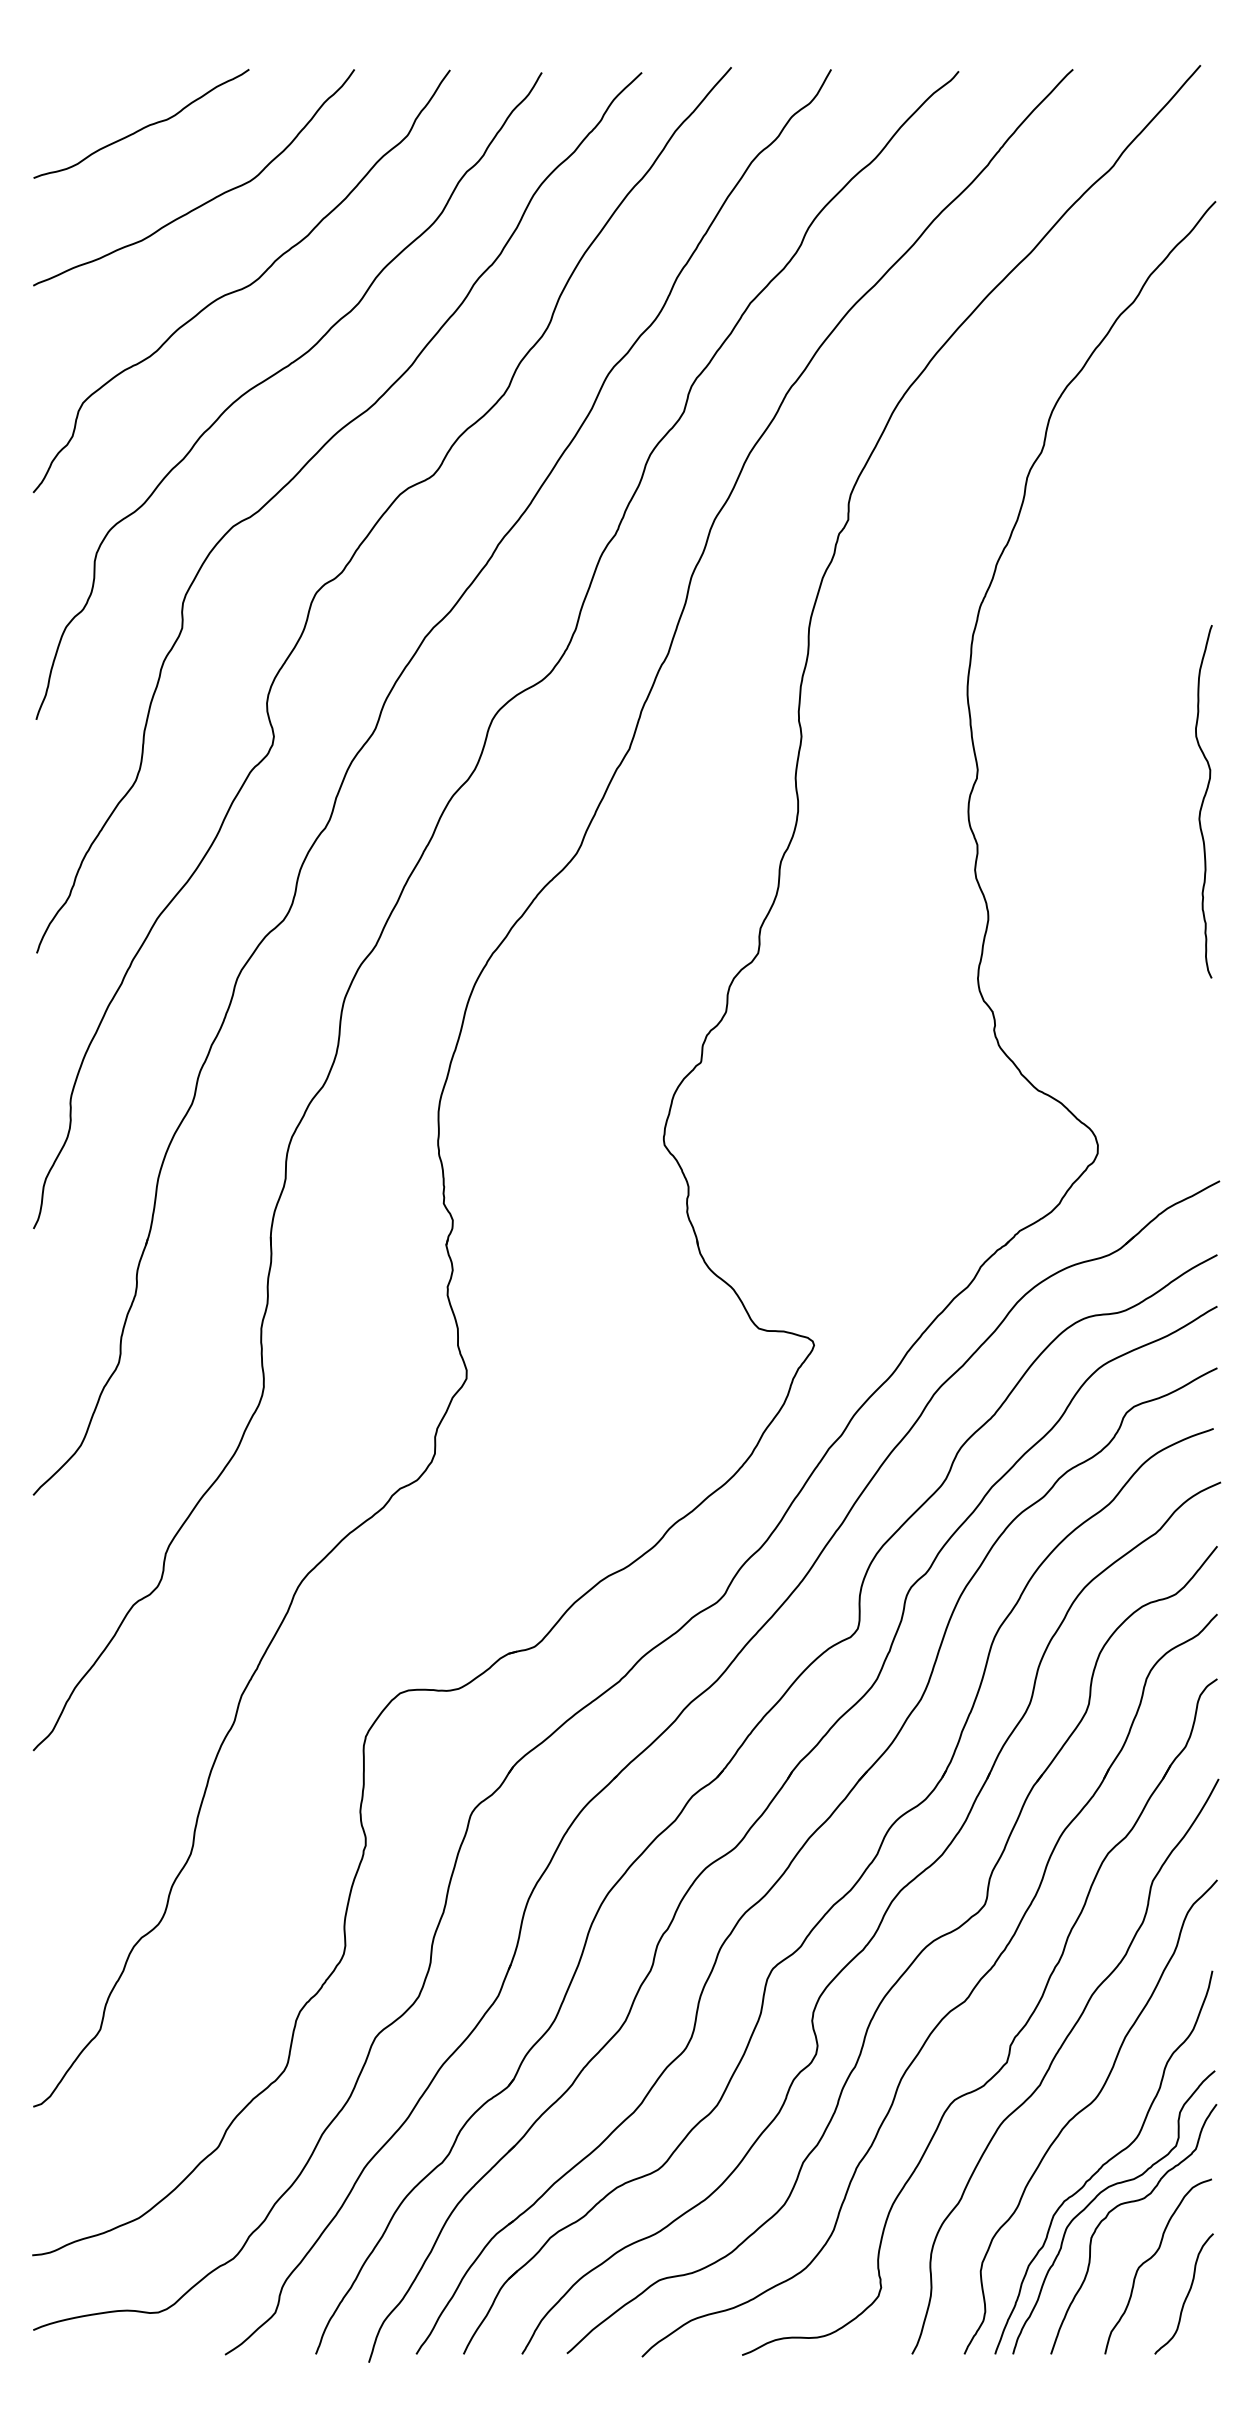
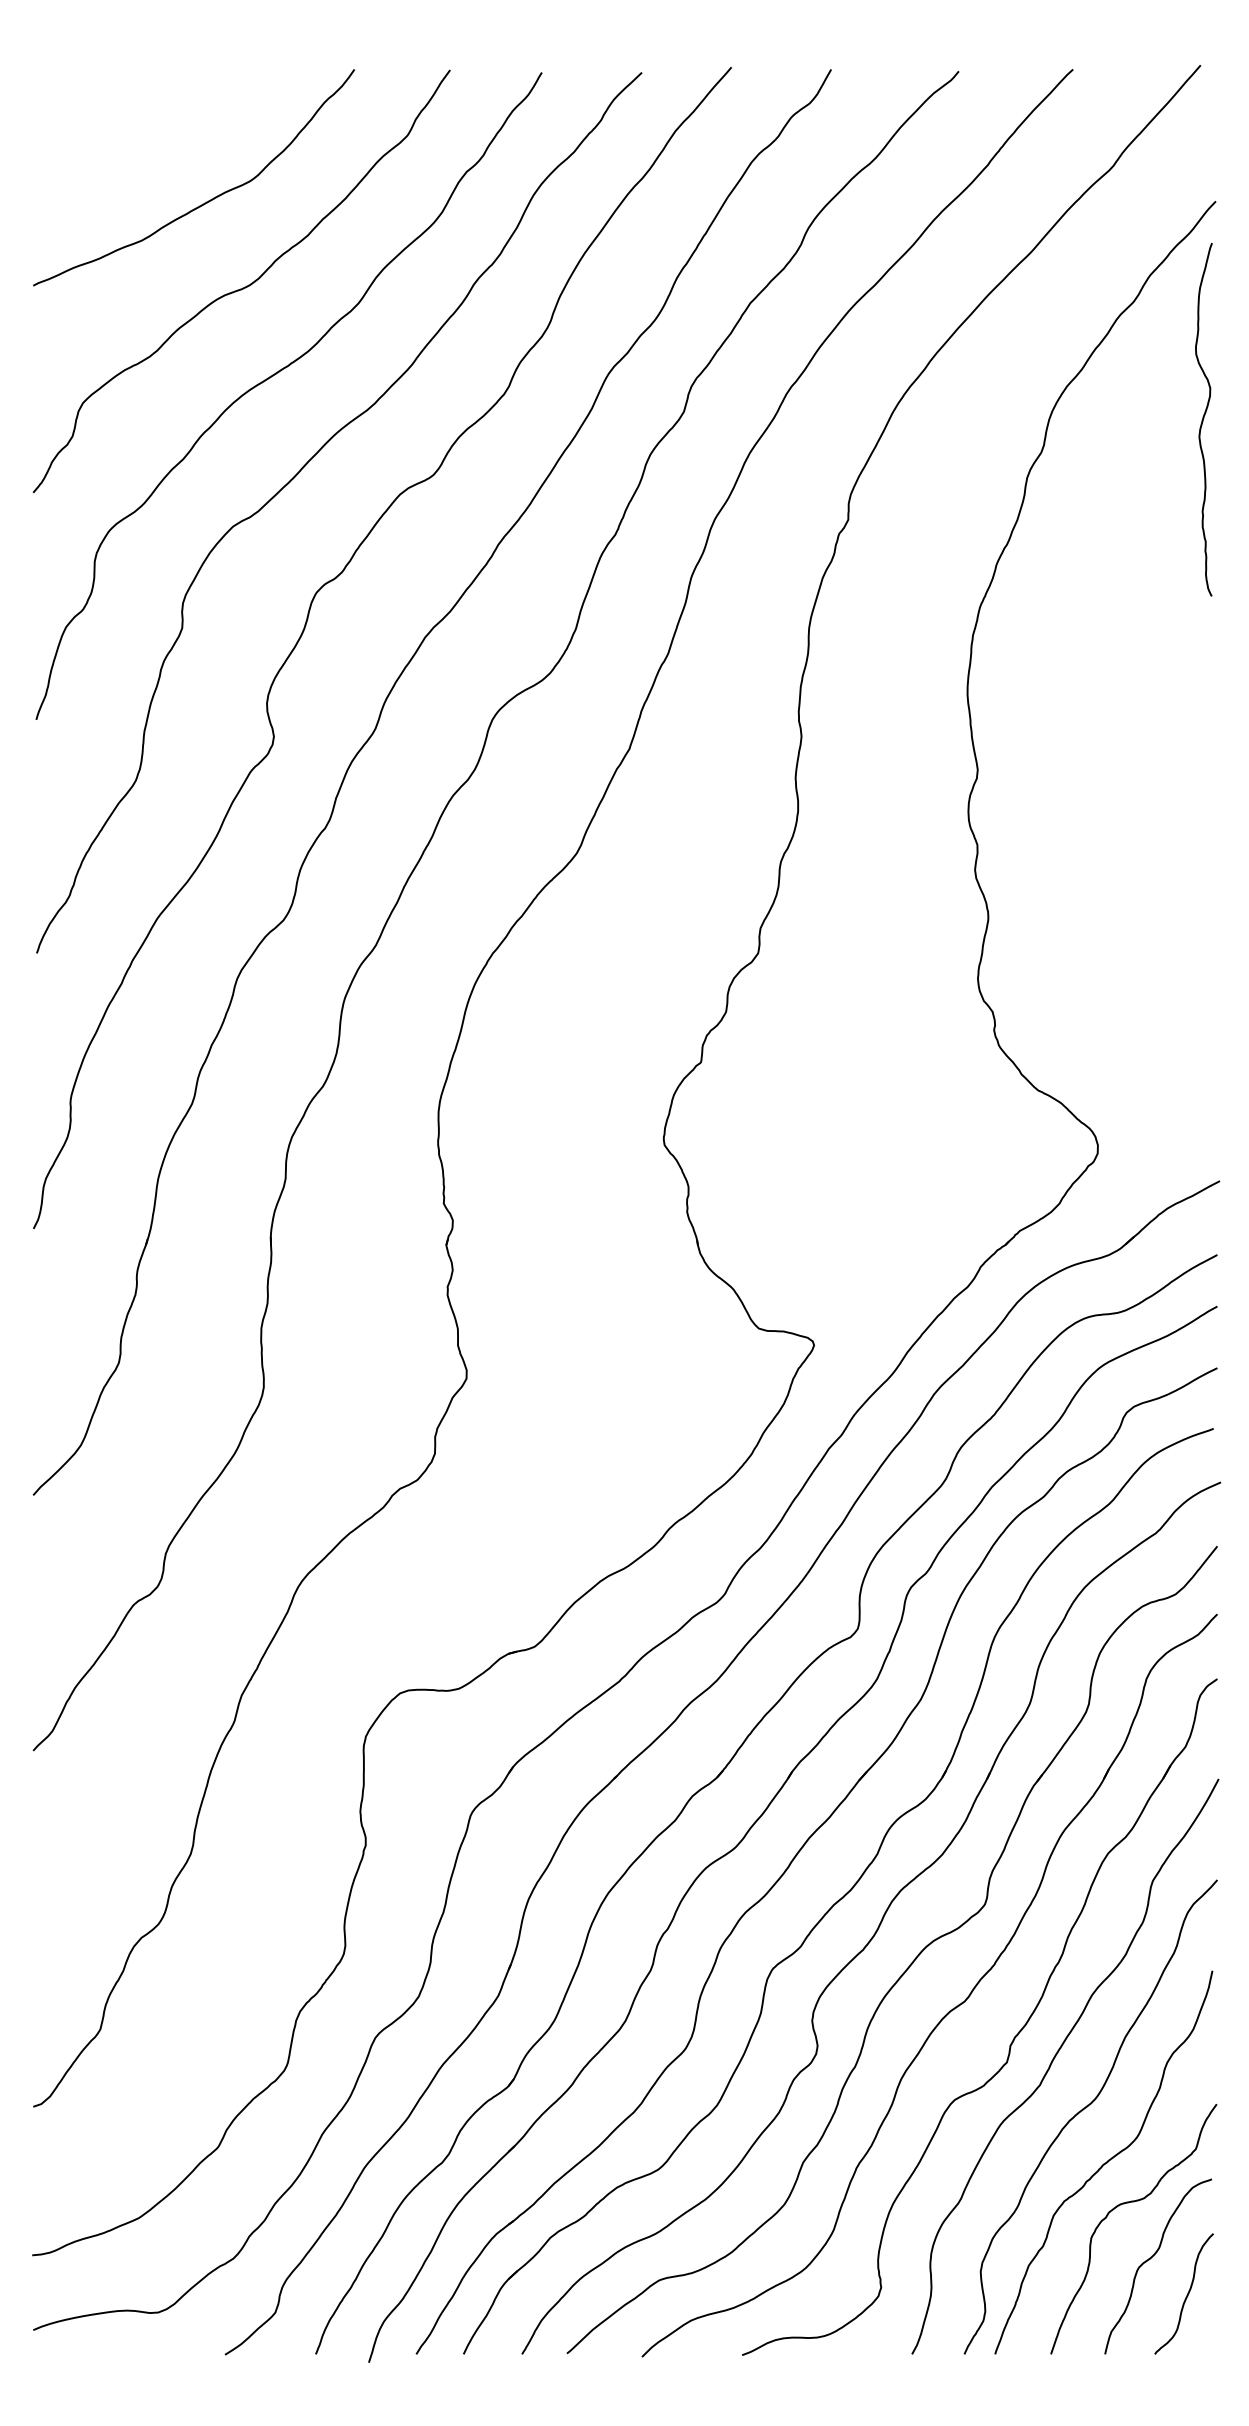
curve at (142, 127): present -> none
curve at (1203, 801) position: (1203, 801) -> (1203, 419)
curve at (1096, 2198): present -> none
